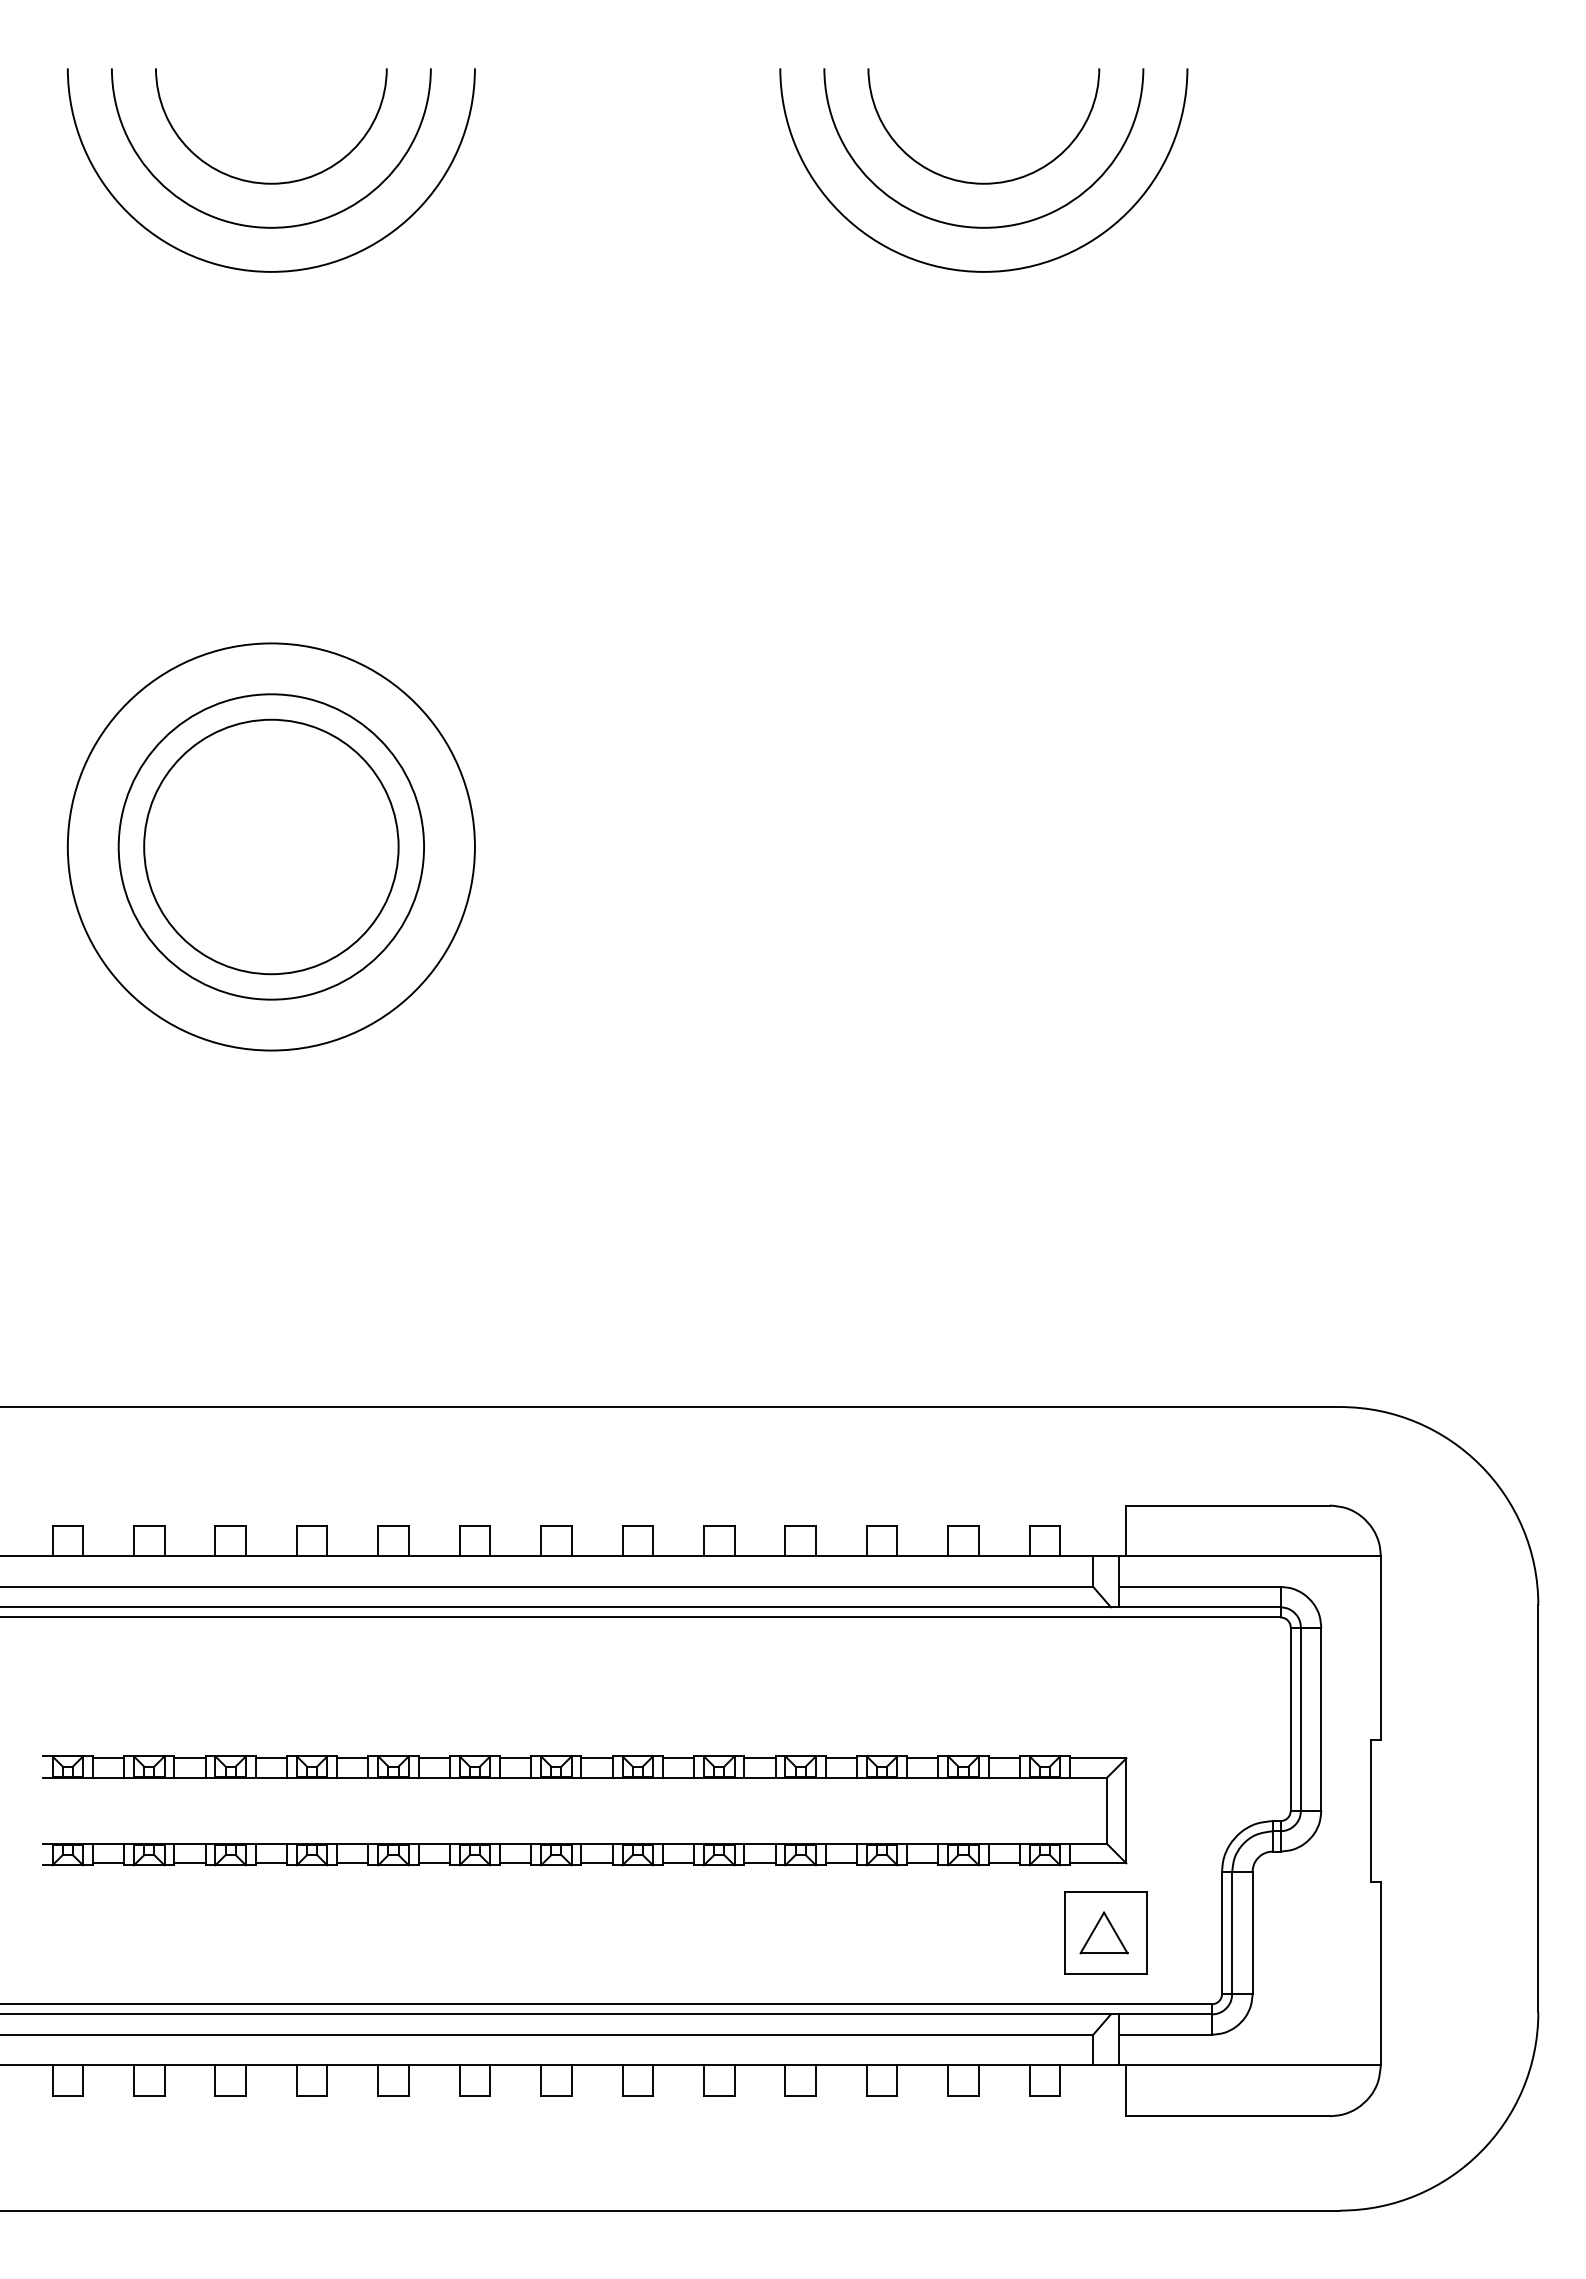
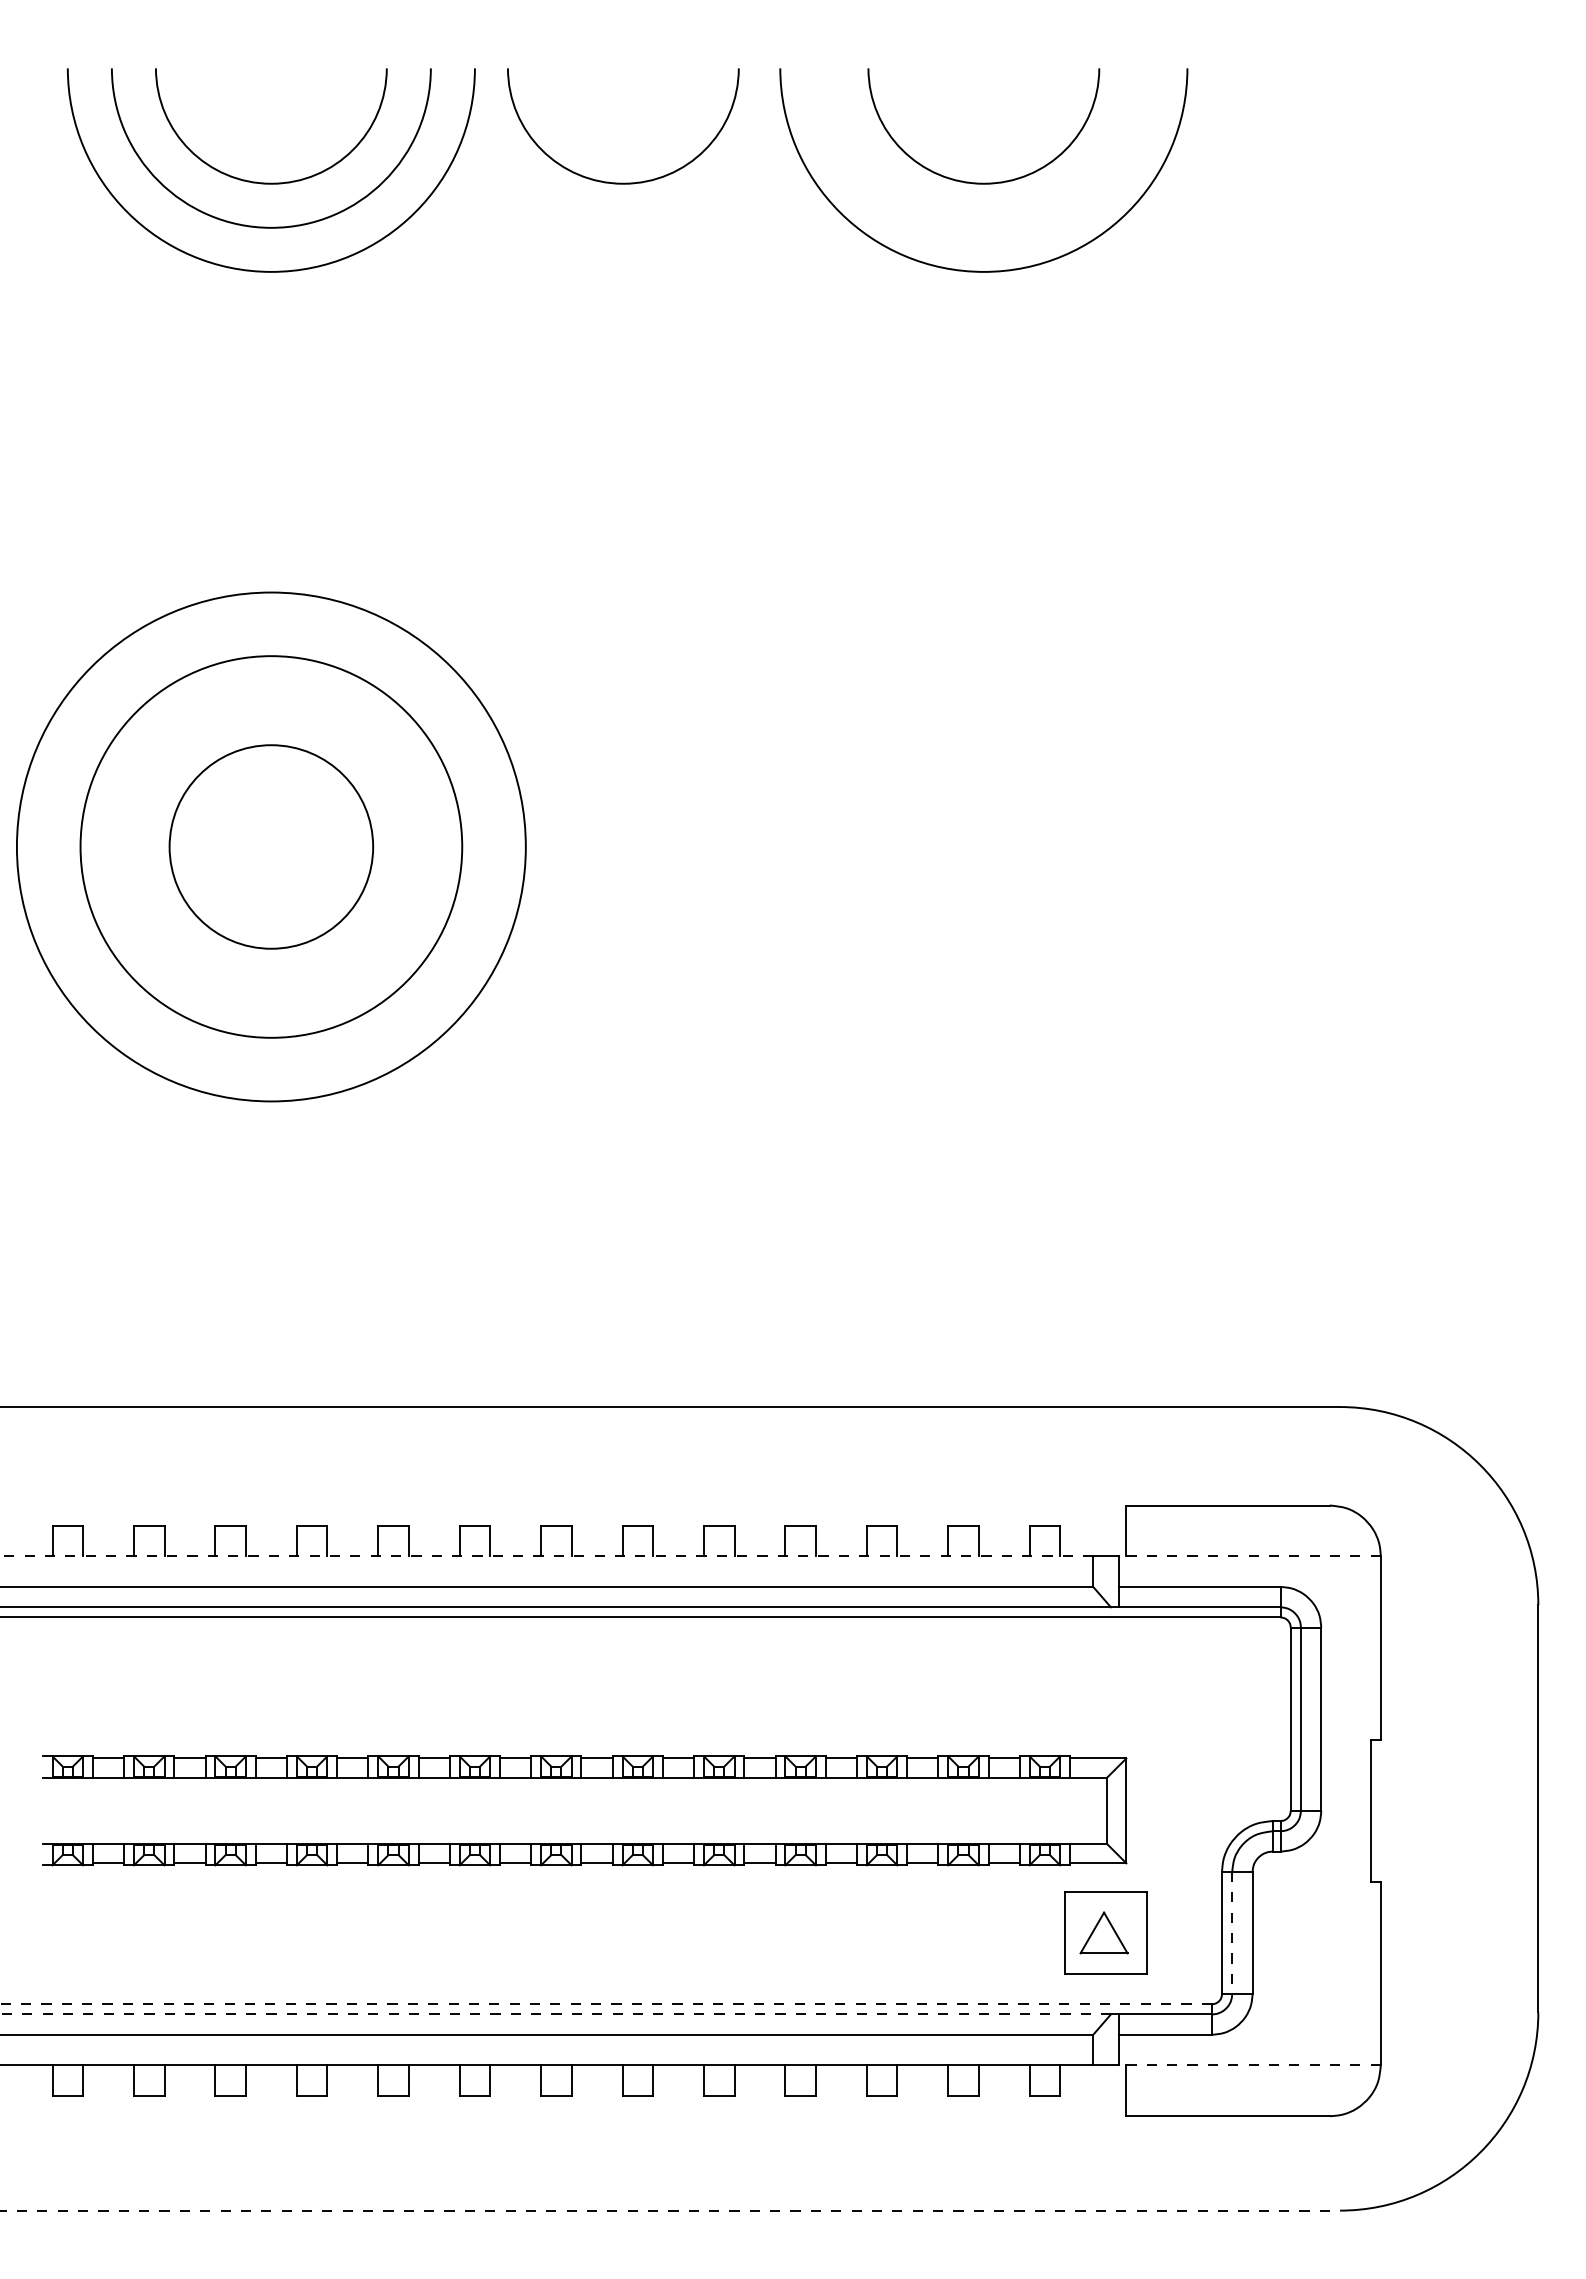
arc at (623, 182): none -> present
arc at (982, 226): present -> none
circle at (270, 846) diameter: 407 px -> 509 px
circle at (271, 846) diameter: 254 px -> 204 px
circle at (271, 846) diameter: 305 px -> 382 px
line at (546, 1556): solid -> dashed
line at (1249, 1556): solid -> dashed
line at (1232, 1933): solid -> dashed
line at (605, 2004): solid -> dashed
line at (556, 2014): solid -> dashed
line at (1249, 2065): solid -> dashed
line at (670, 2210): solid -> dashed
